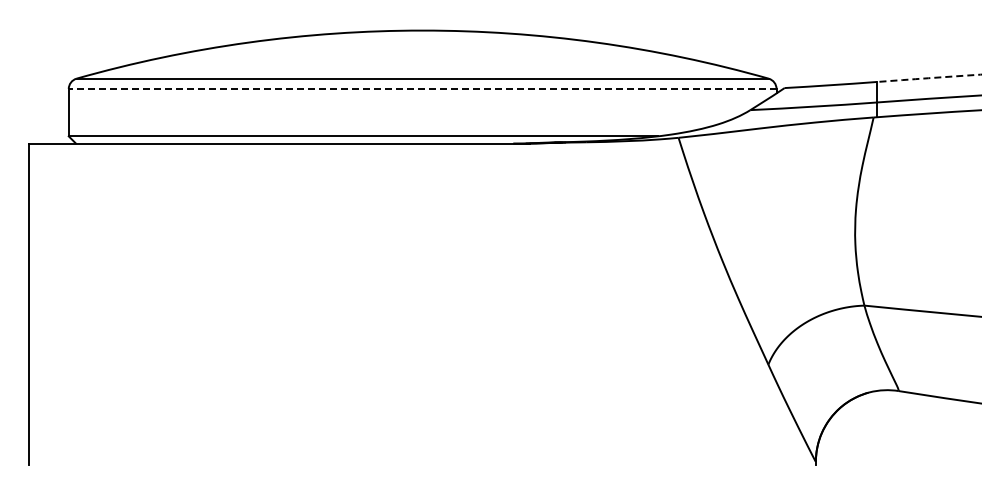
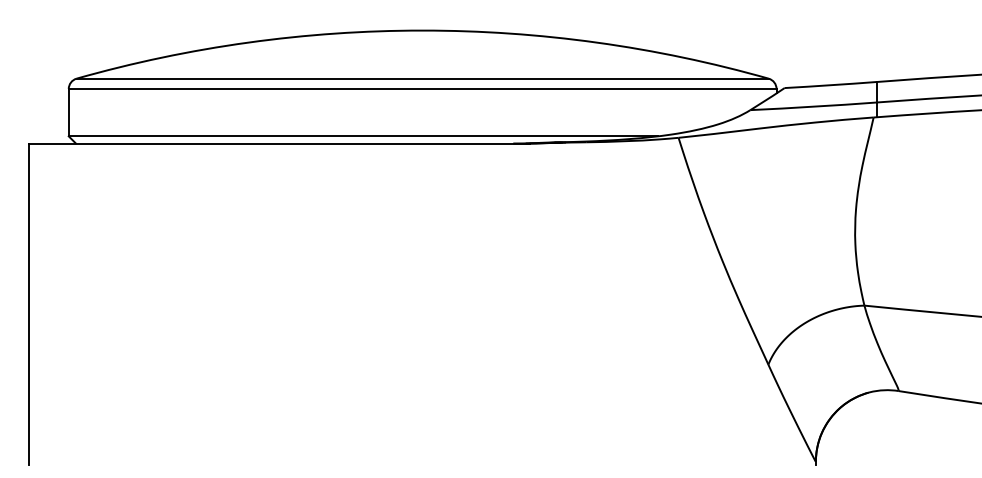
arc at (928, 78): dashed -> solid
line at (422, 89): dashed -> solid
